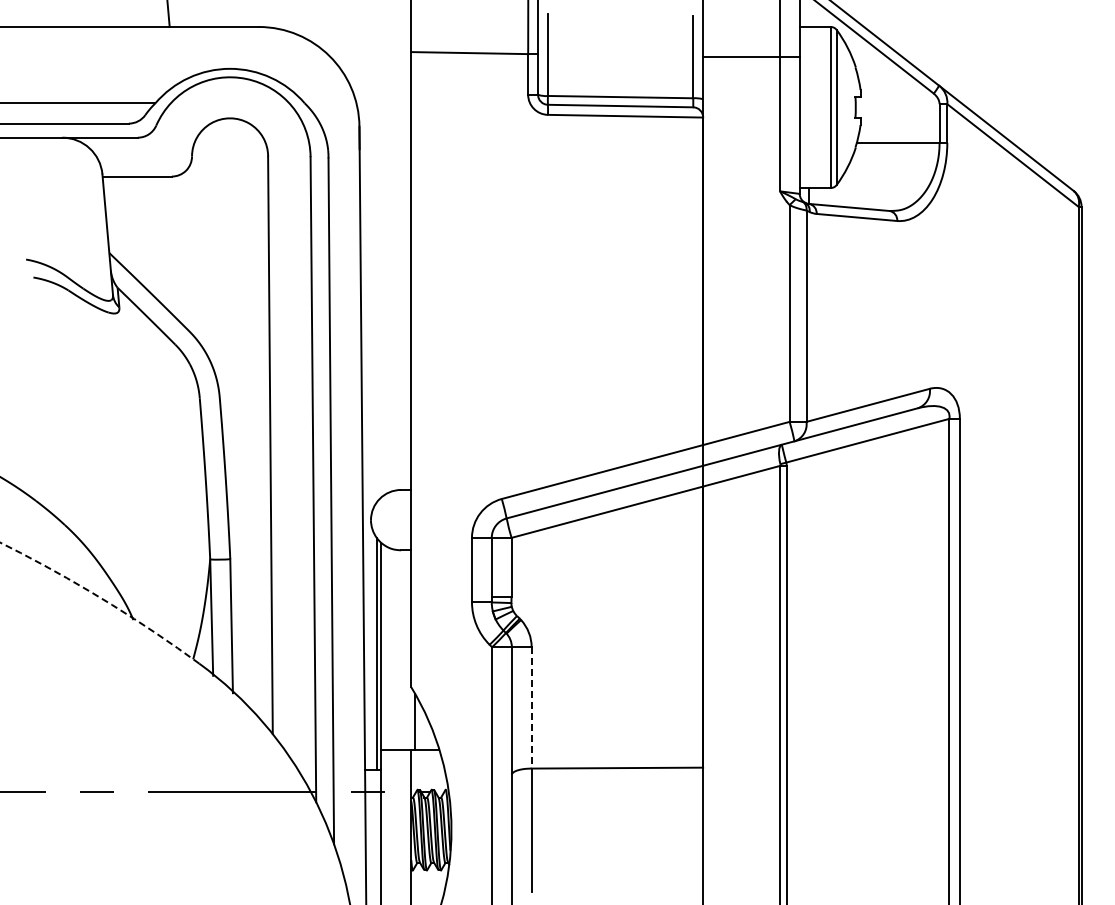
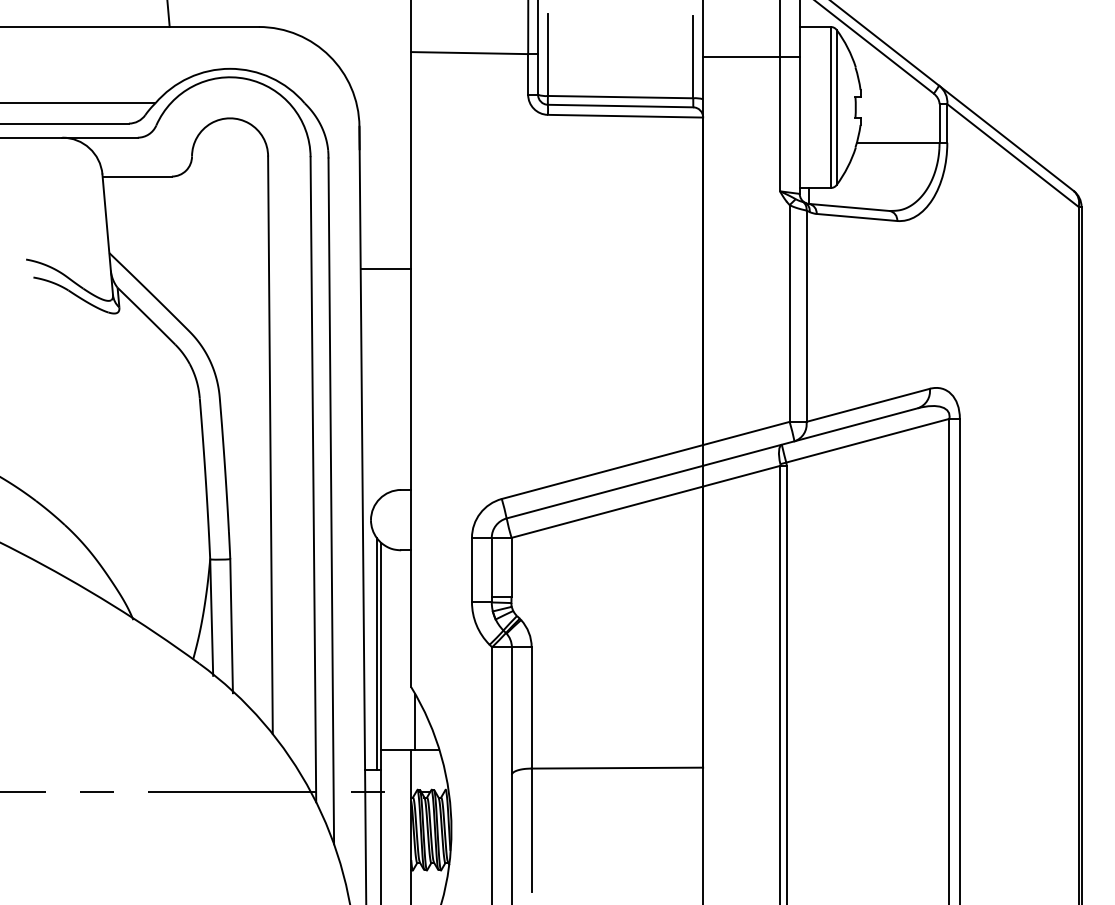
line at (385, 268): none -> present
arc at (102, 598): dashed -> solid
line at (531, 707): dashed -> solid
